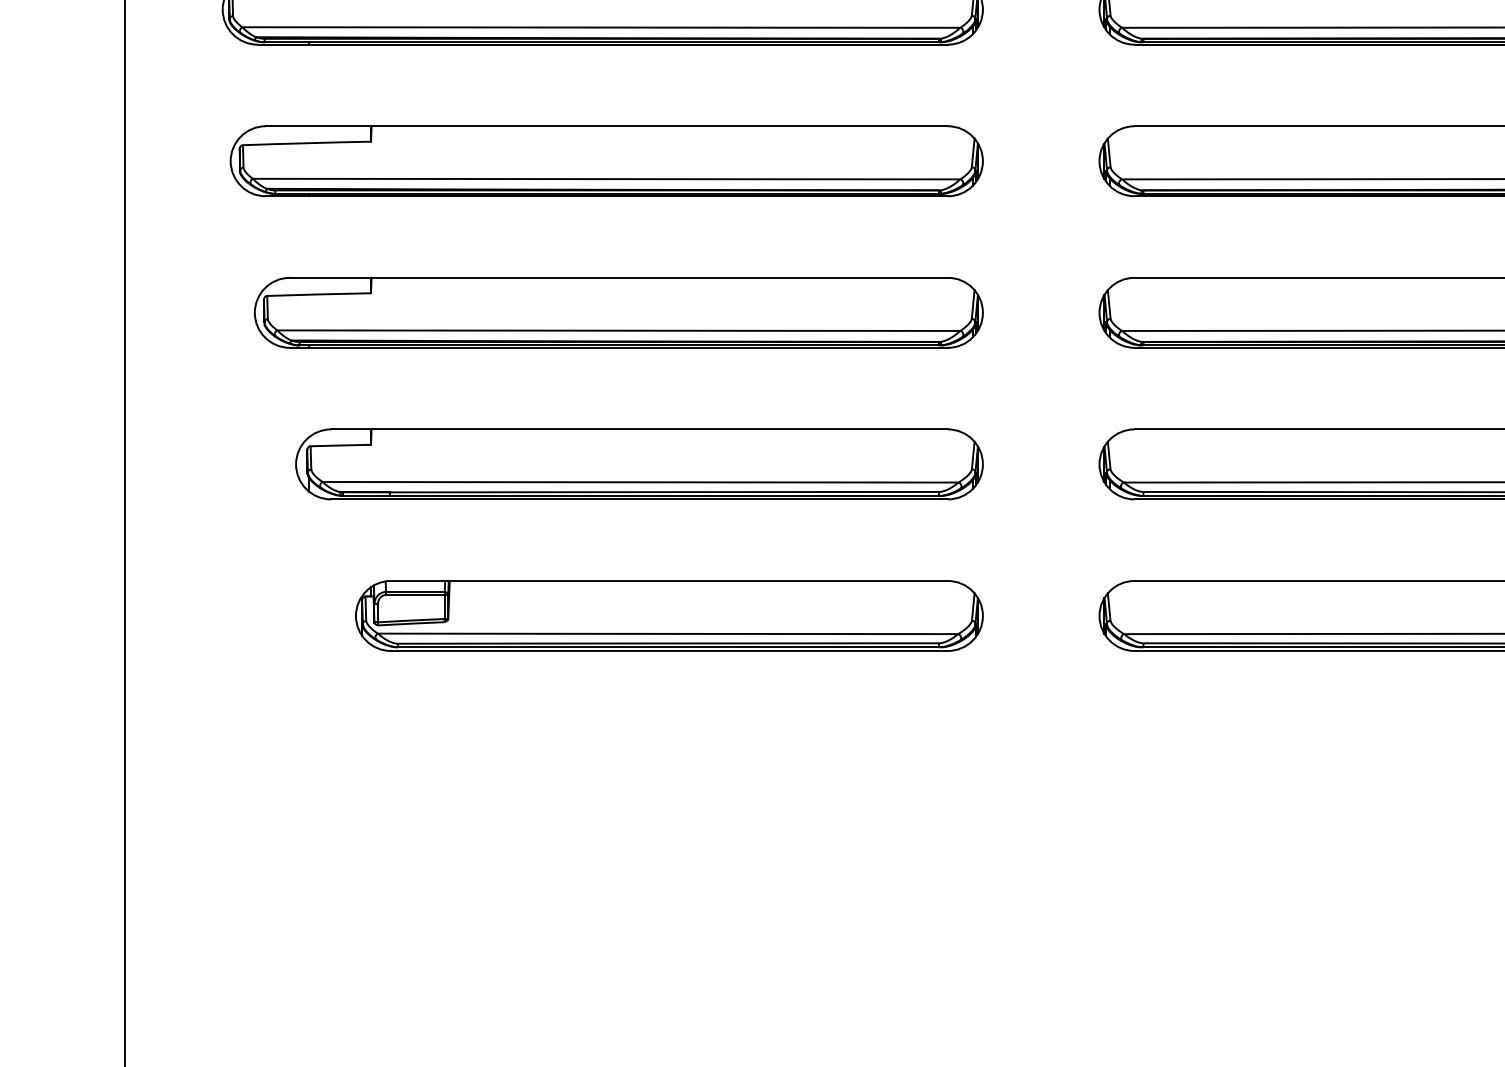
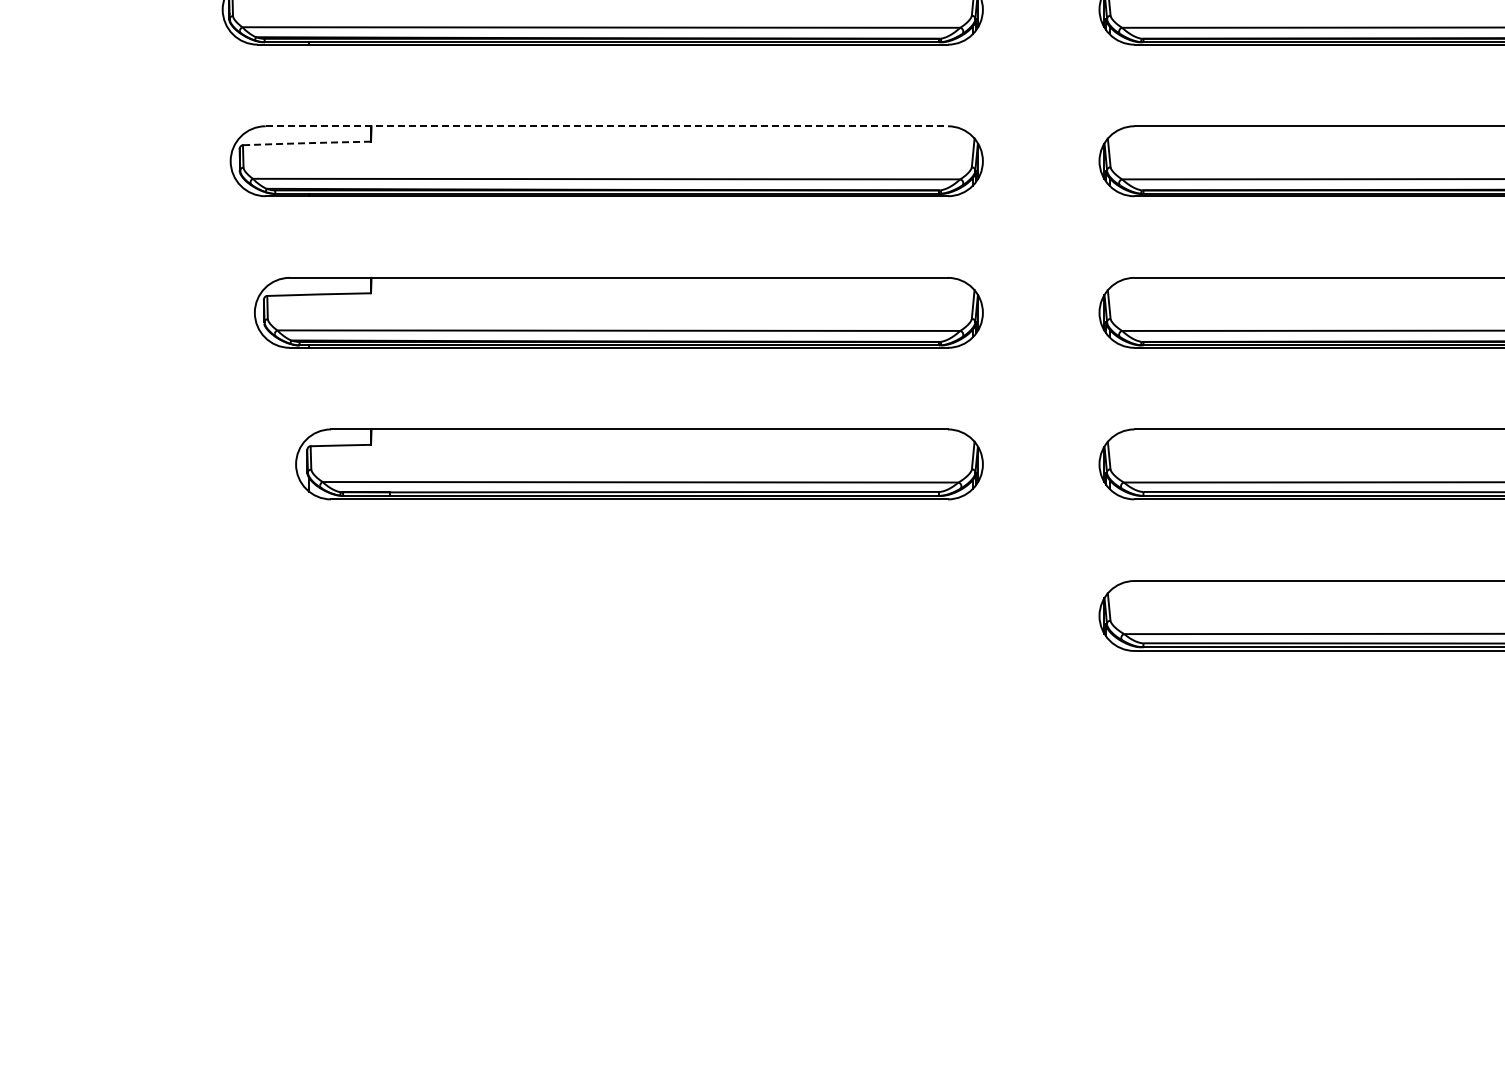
line at (607, 126): solid -> dashed
arc at (307, 143): solid -> dashed
line at (124, 532): present -> none
part at (669, 615): present -> none
